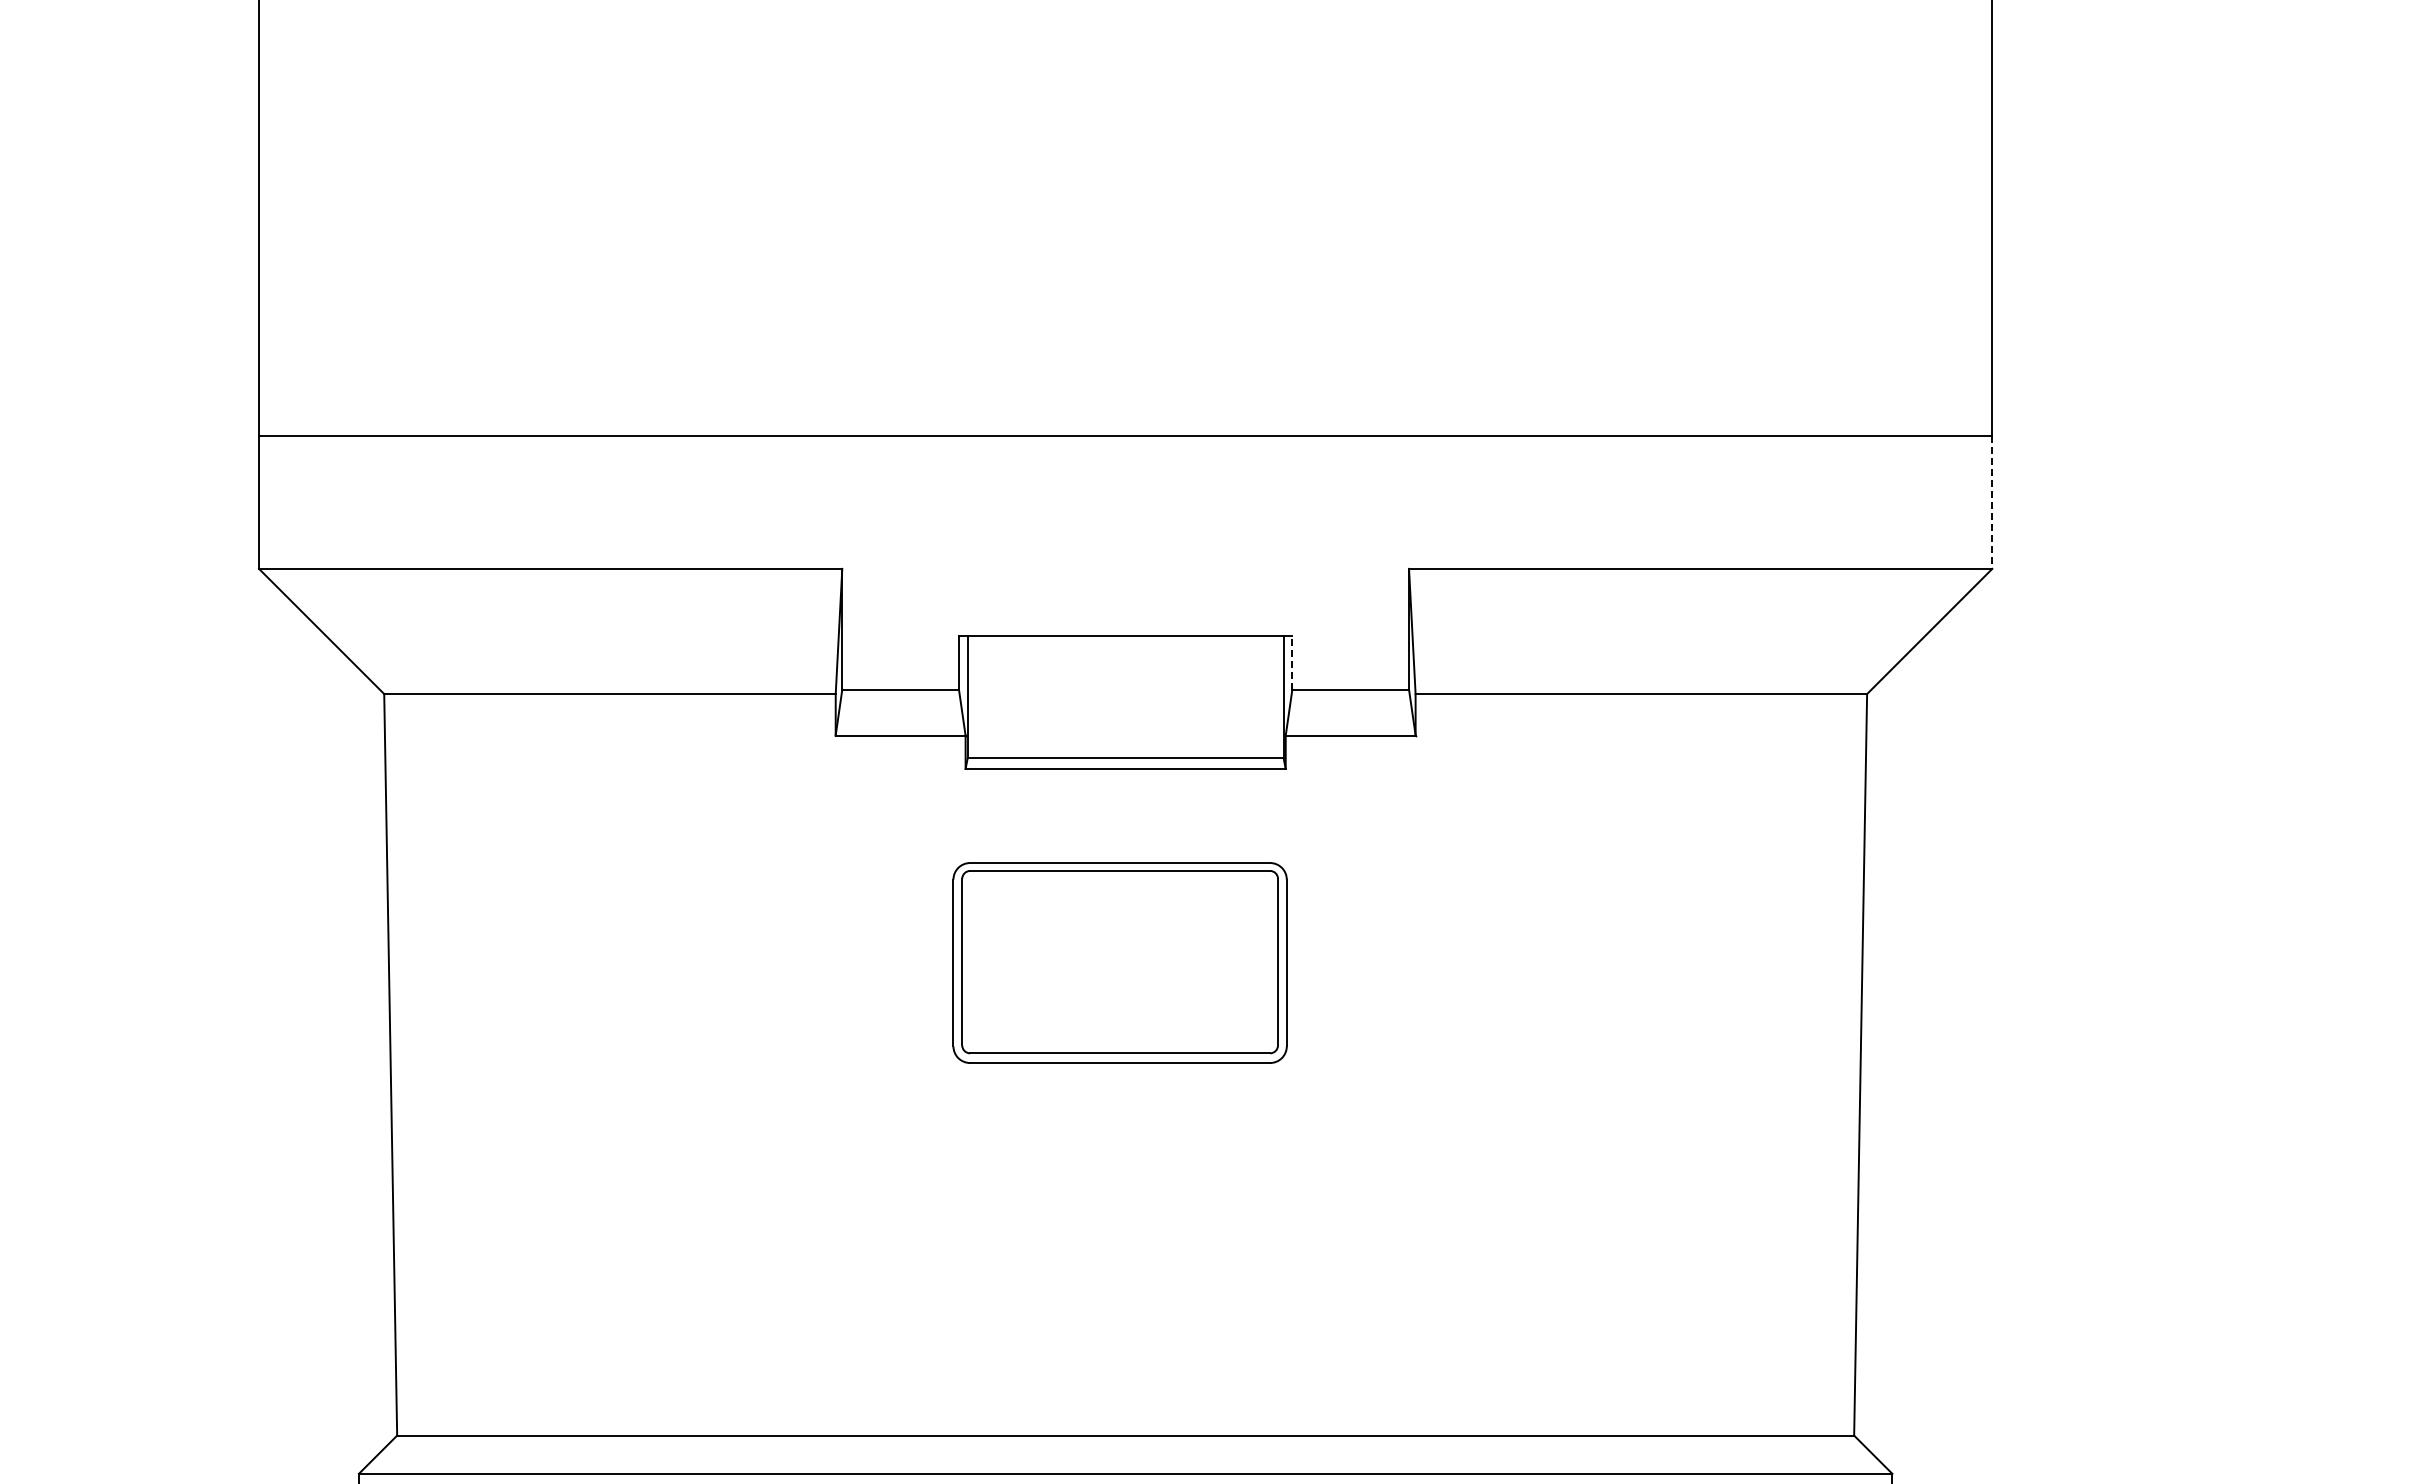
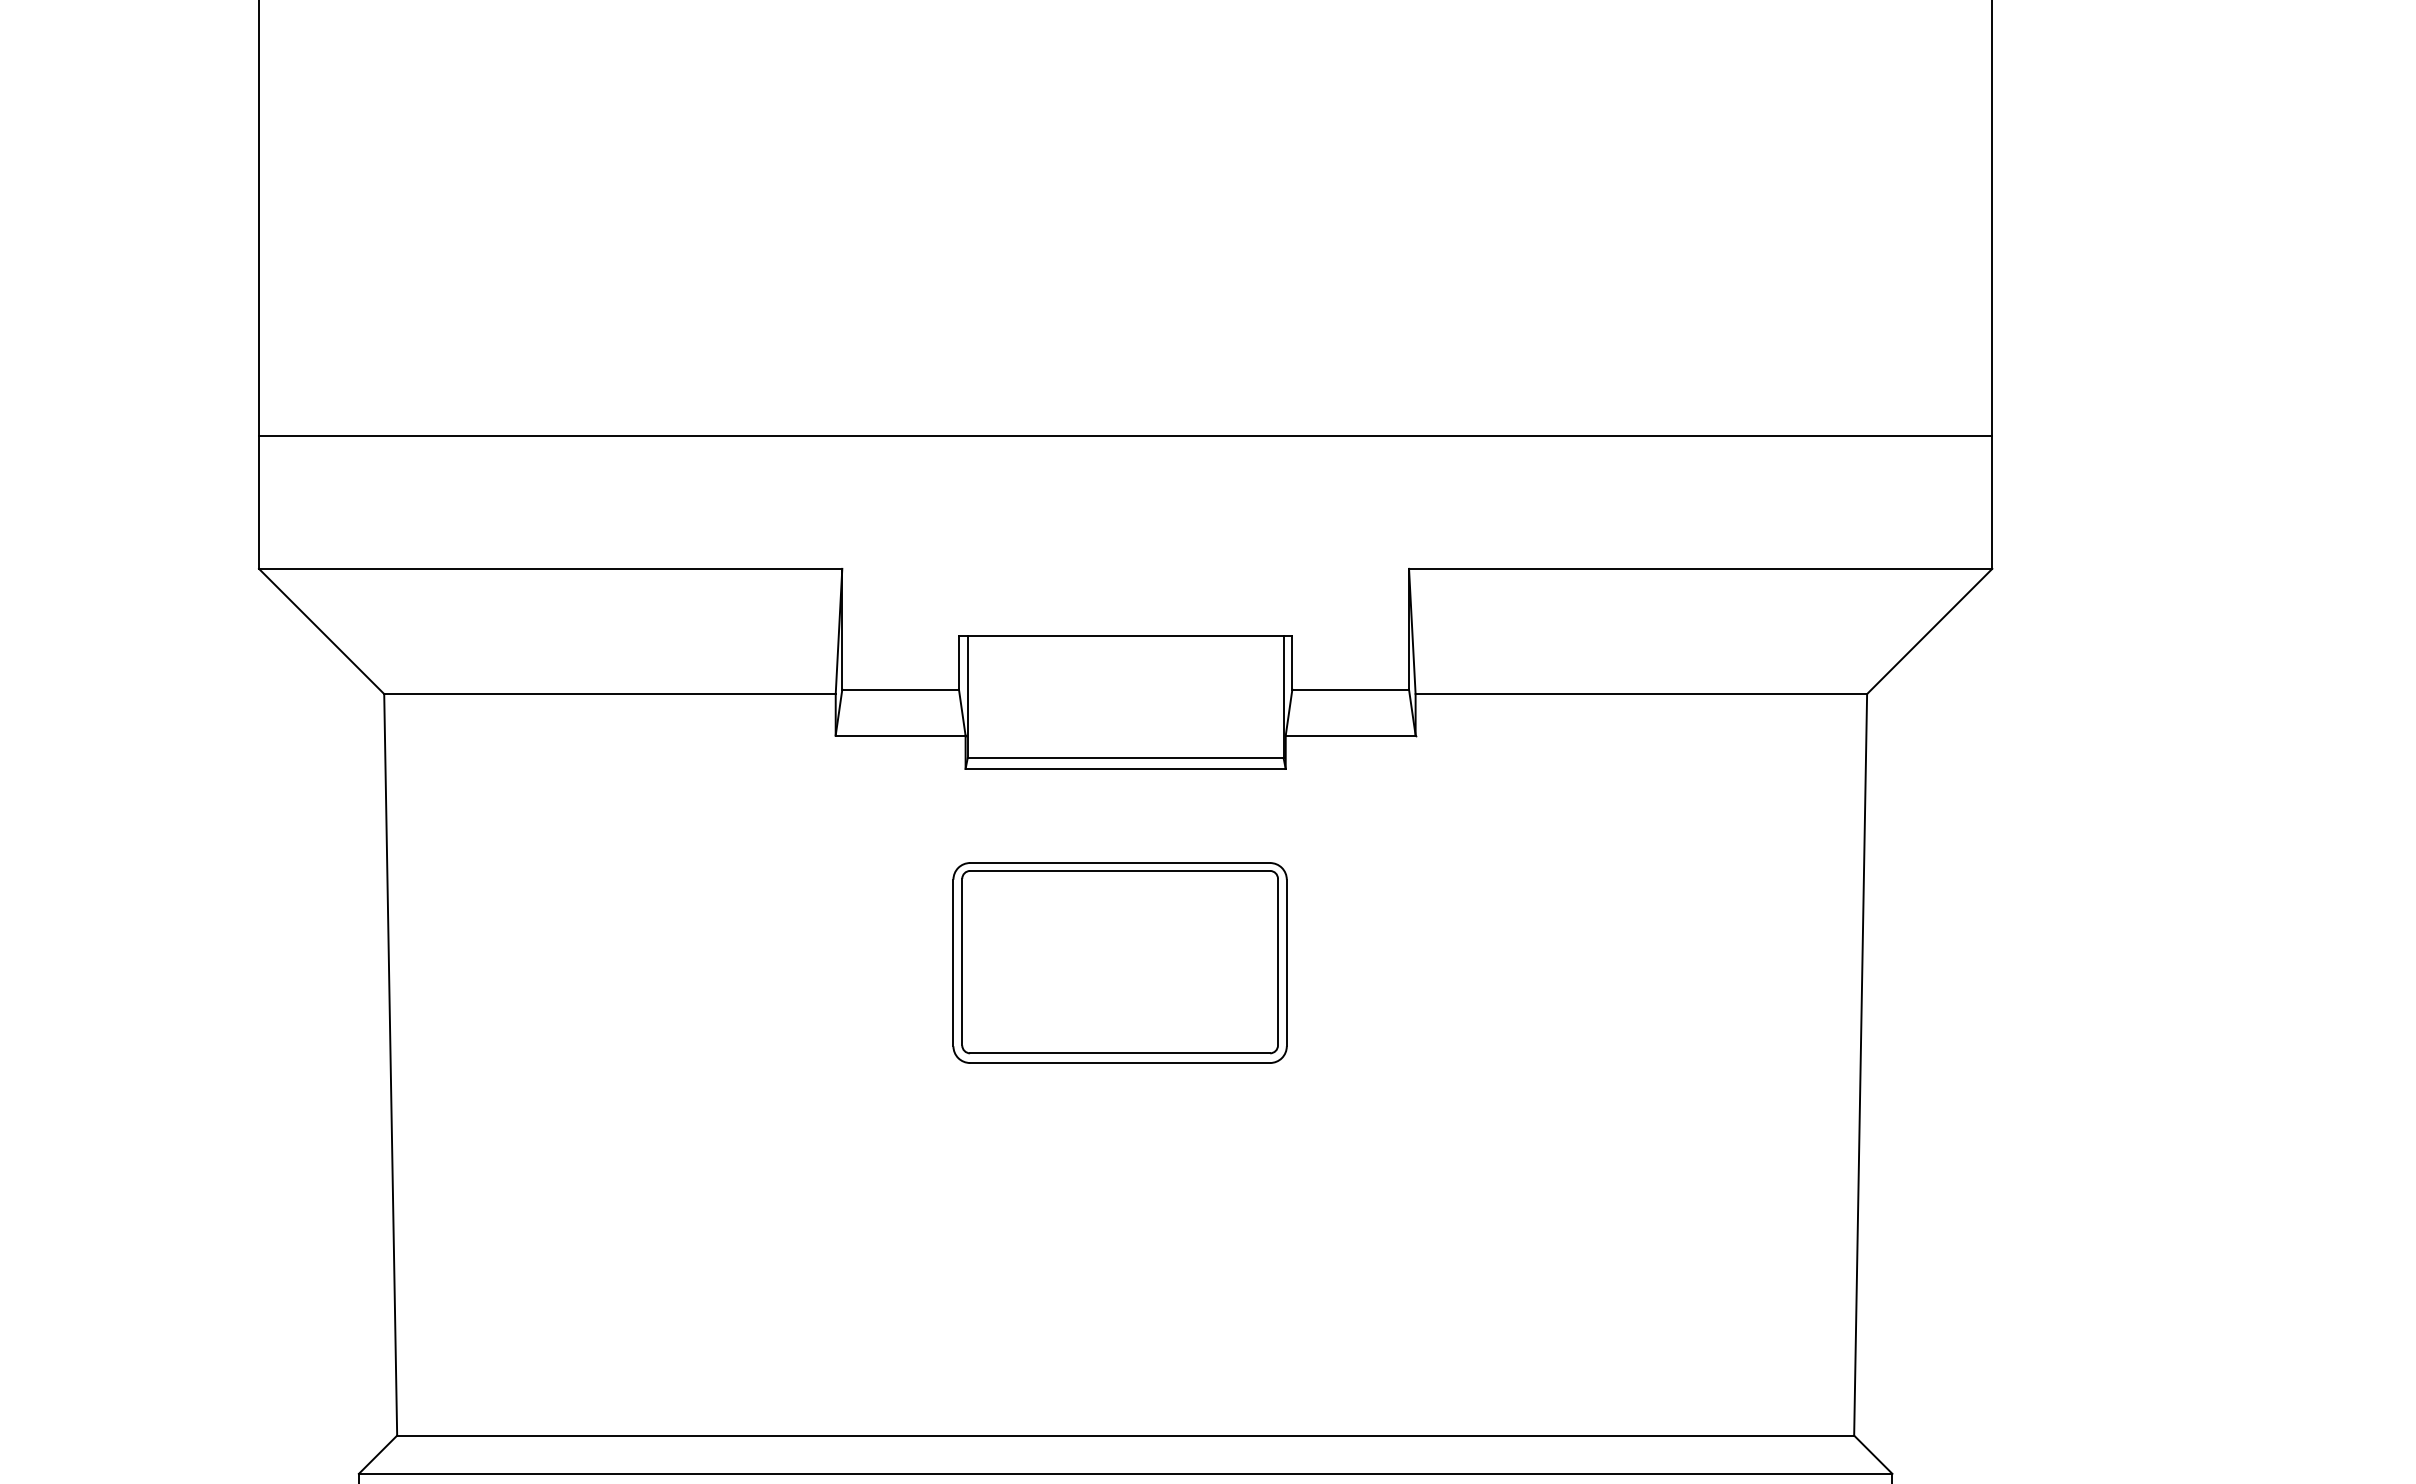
line at (1992, 502): dashed -> solid
line at (1292, 662): dashed -> solid
